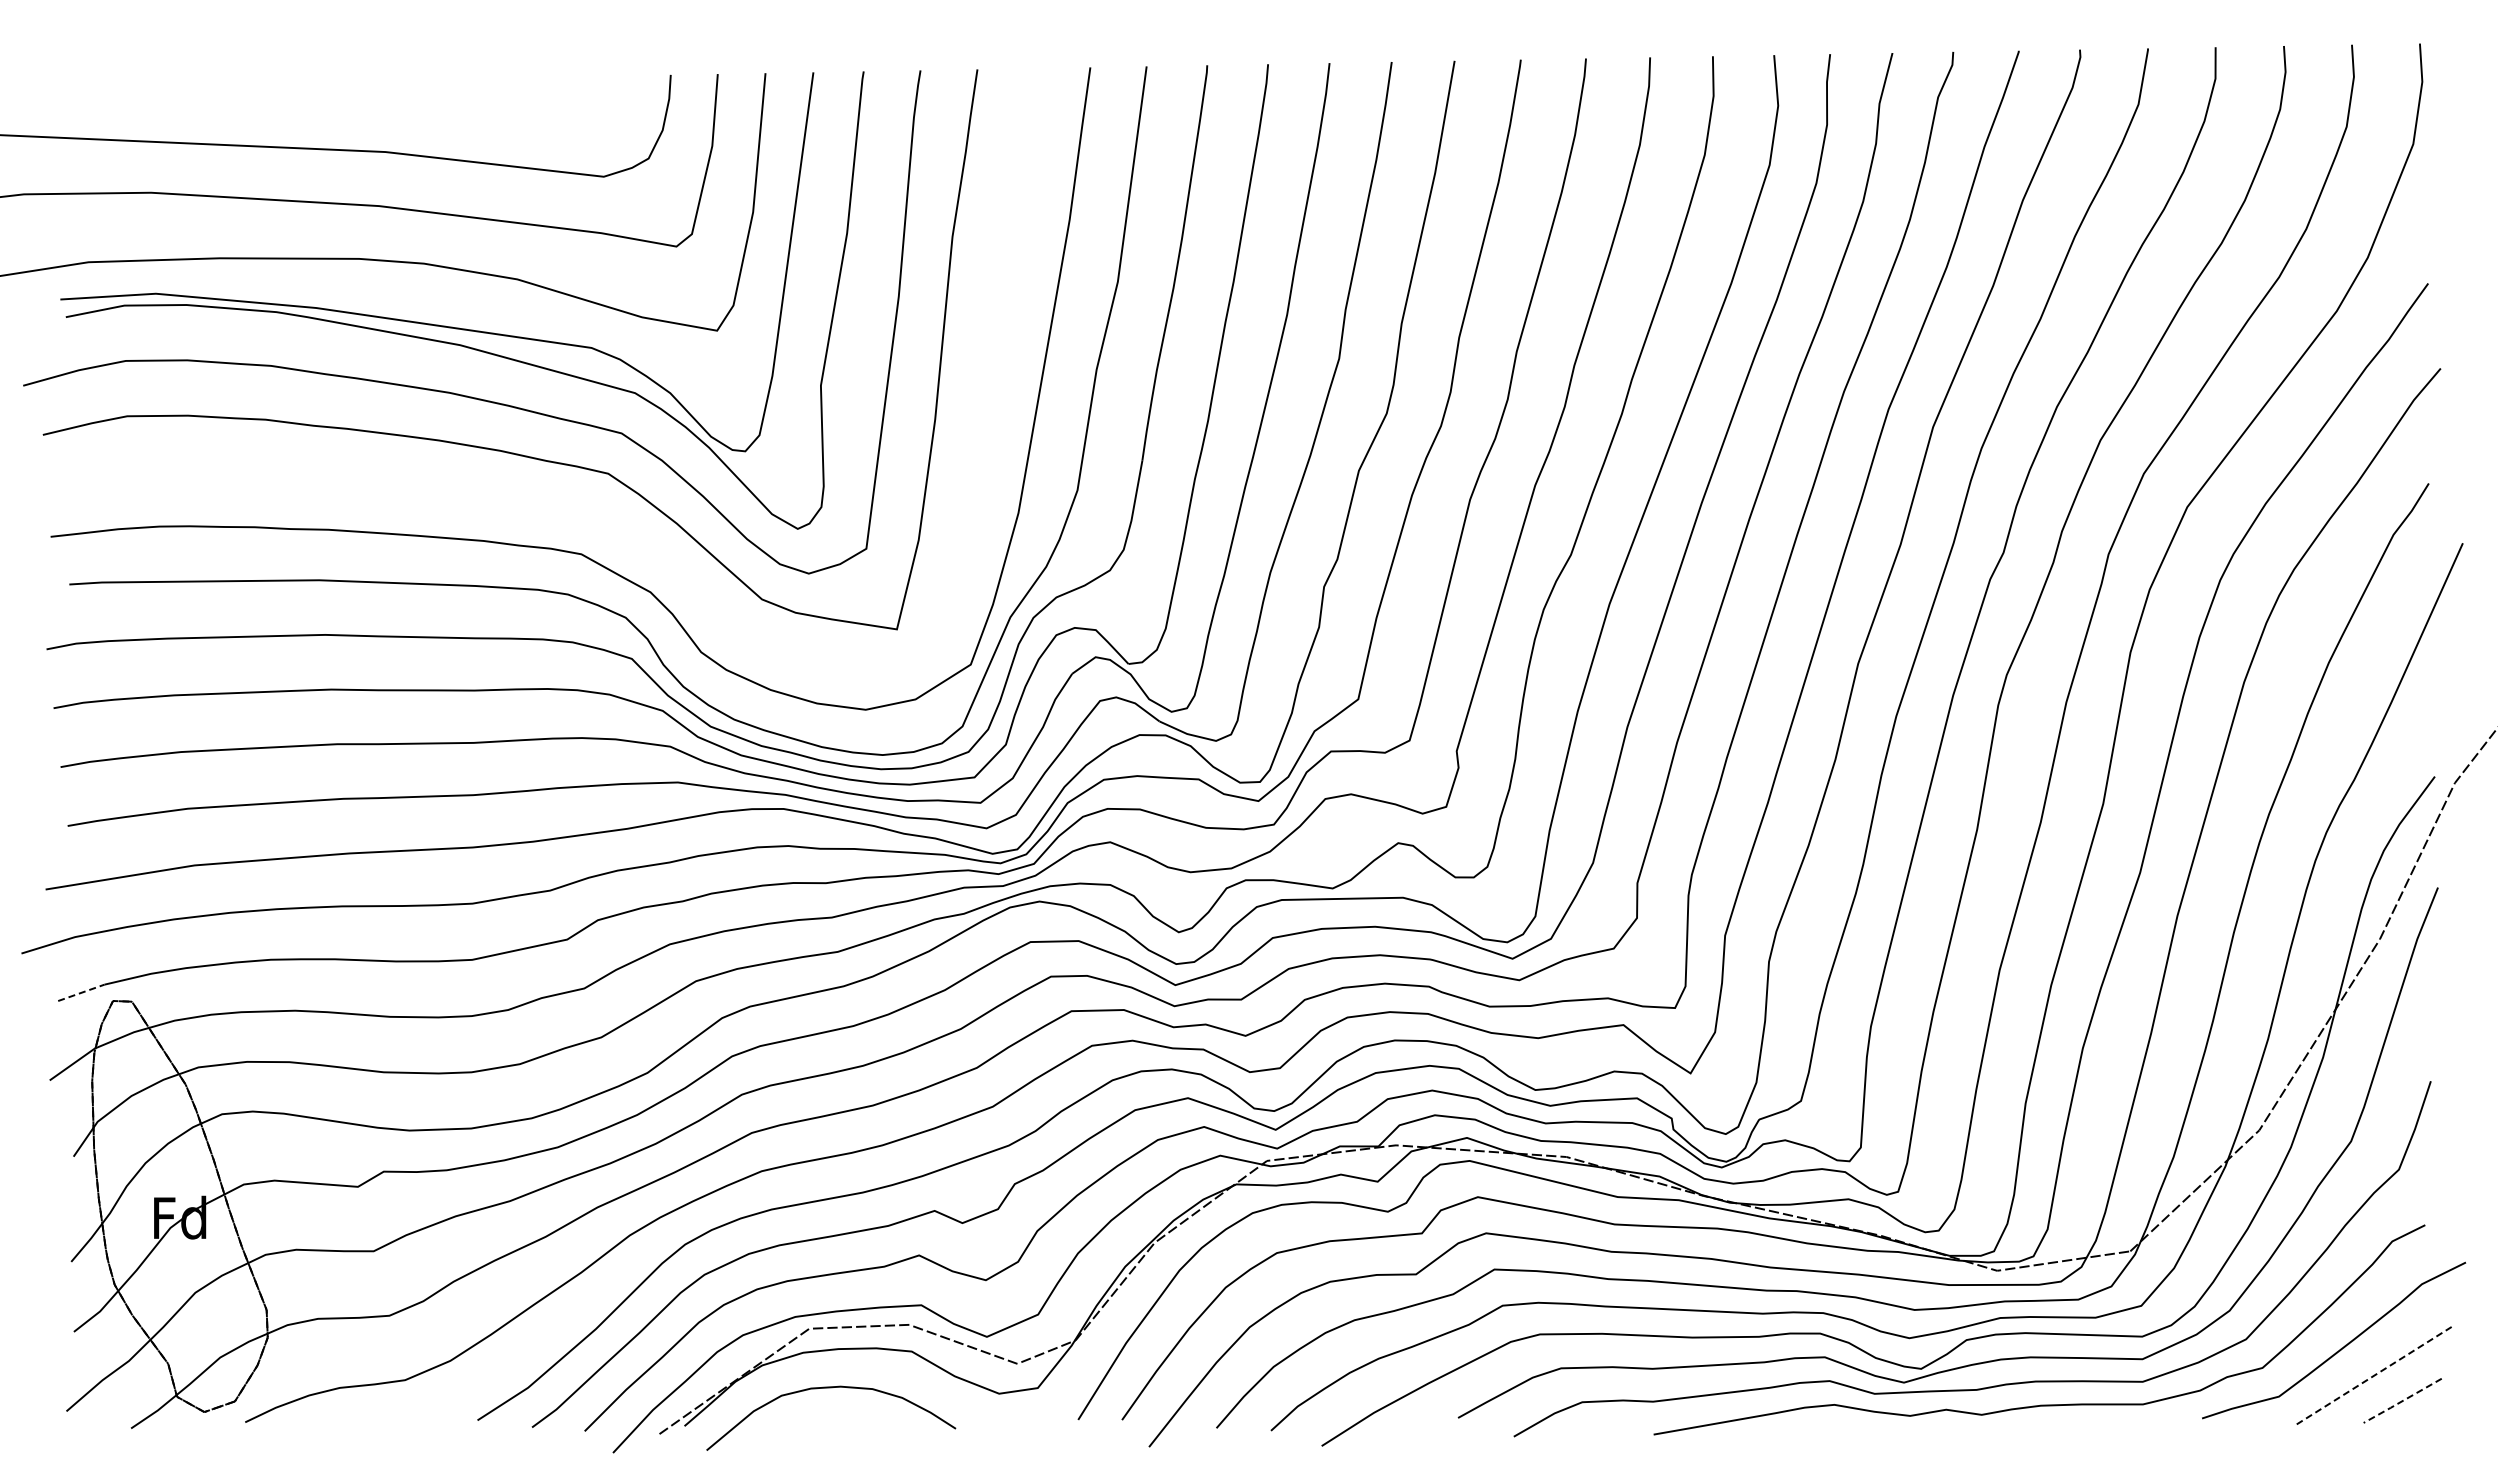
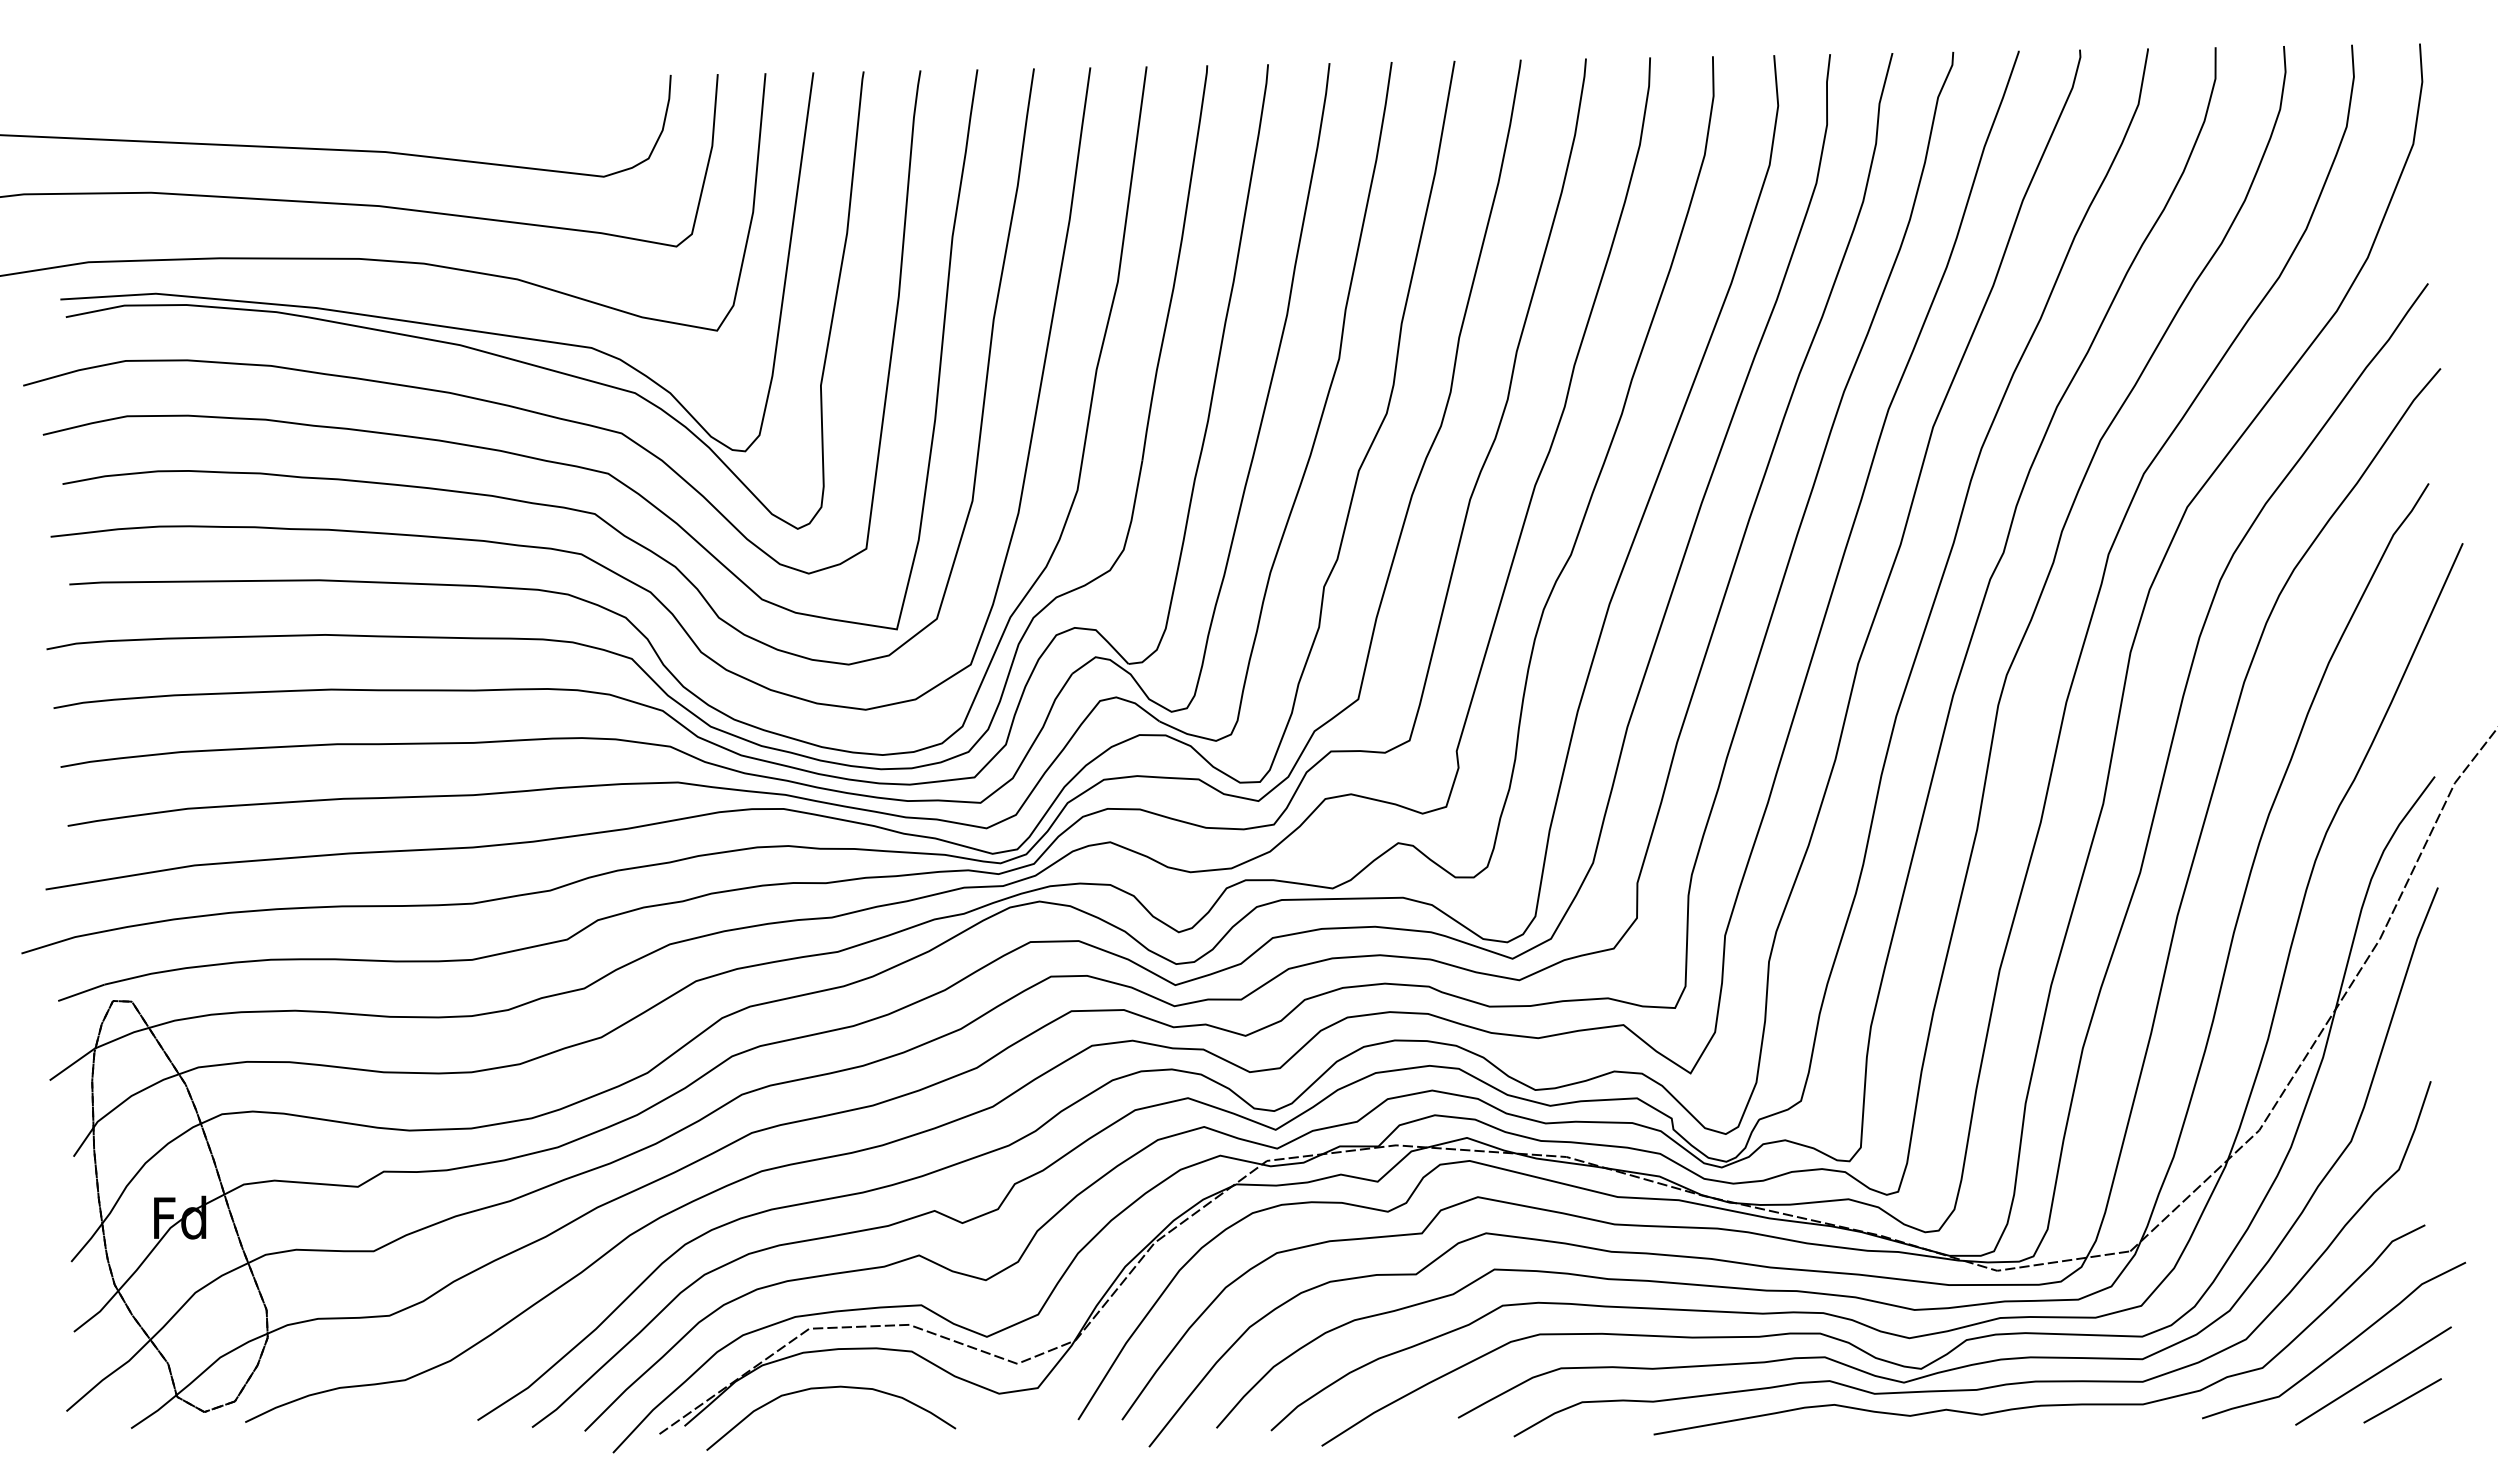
curve at (524, 500): none -> present
line at (81, 992): dashed -> solid
line at (2373, 1376): dashed -> solid
line at (2401, 1401): dashed -> solid
